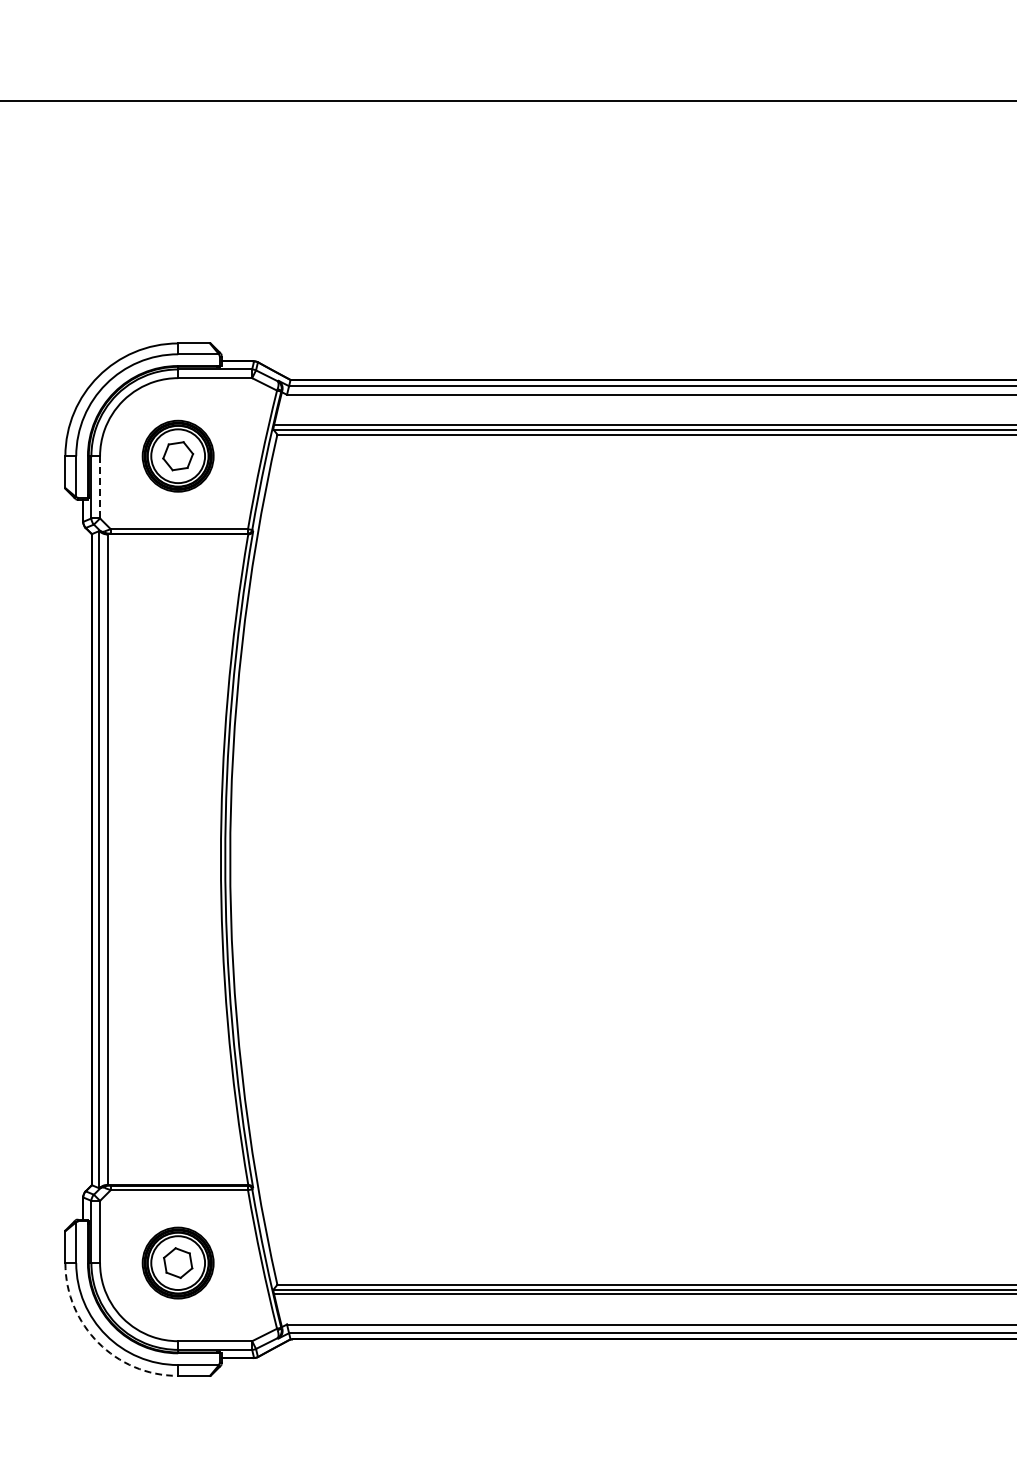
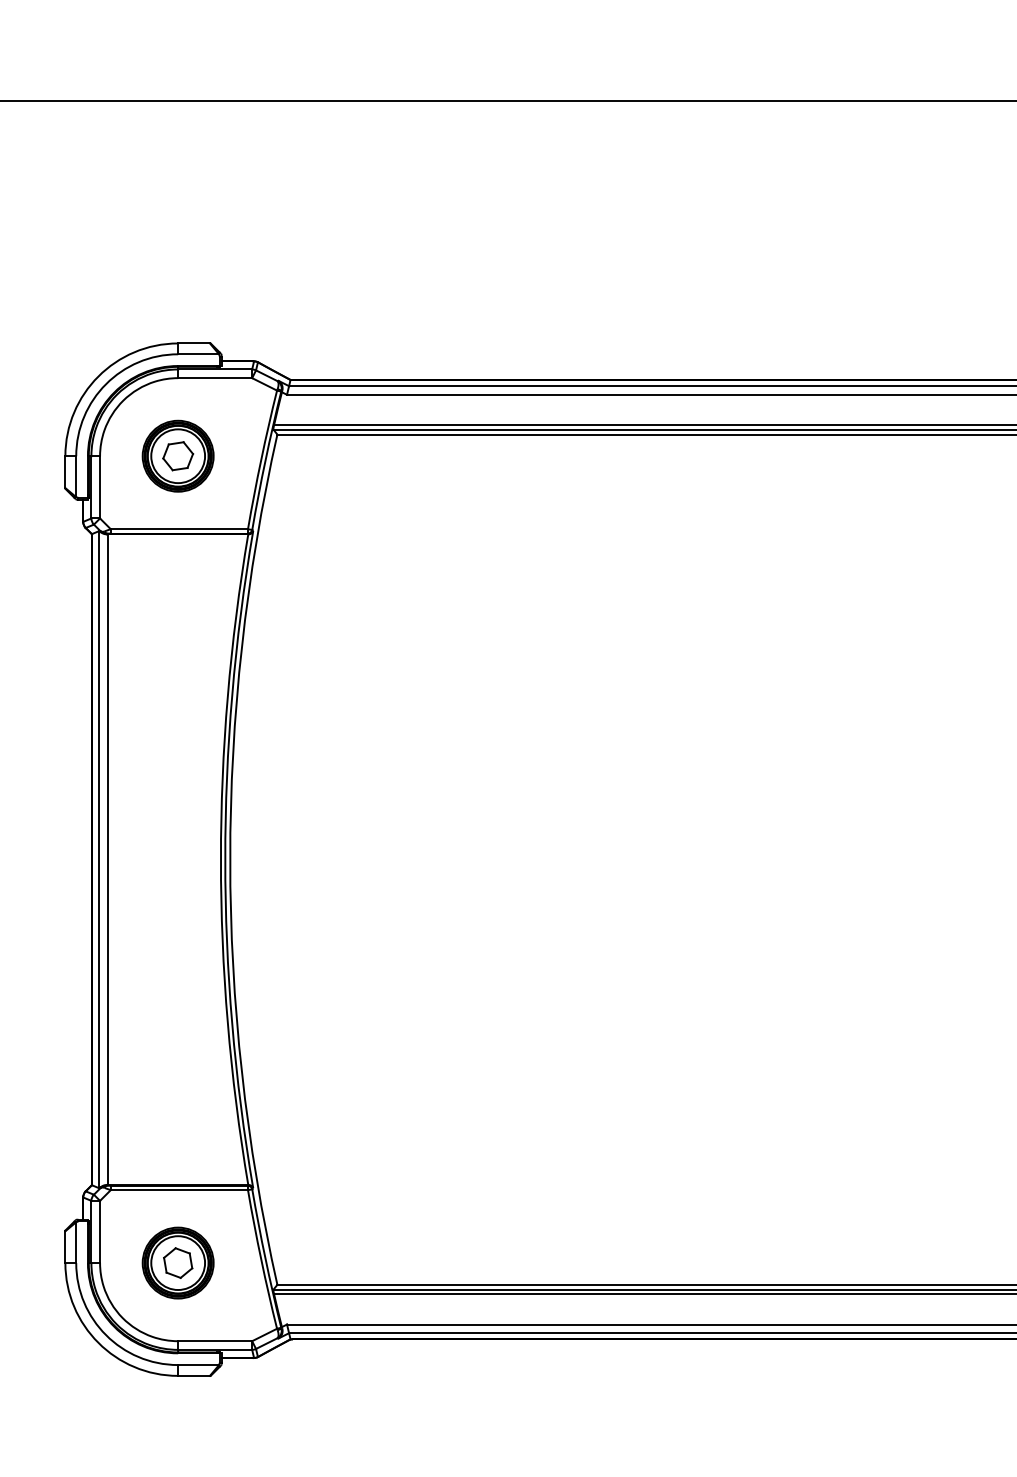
line at (100, 486): dashed -> solid
arc at (98, 1342): dashed -> solid
